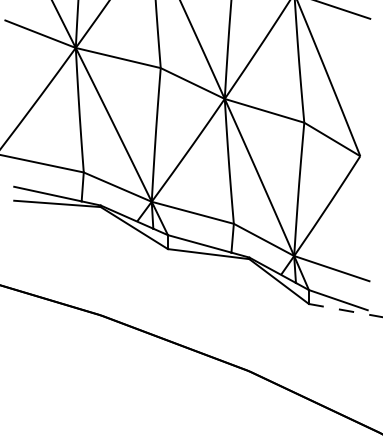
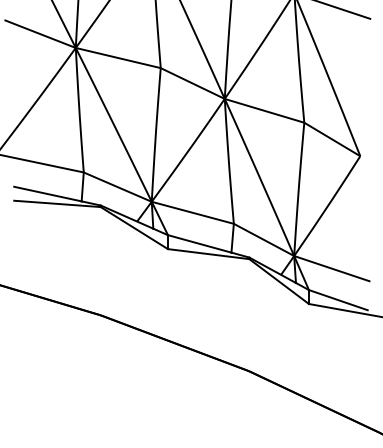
line at (345, 310): dashed -> solid
